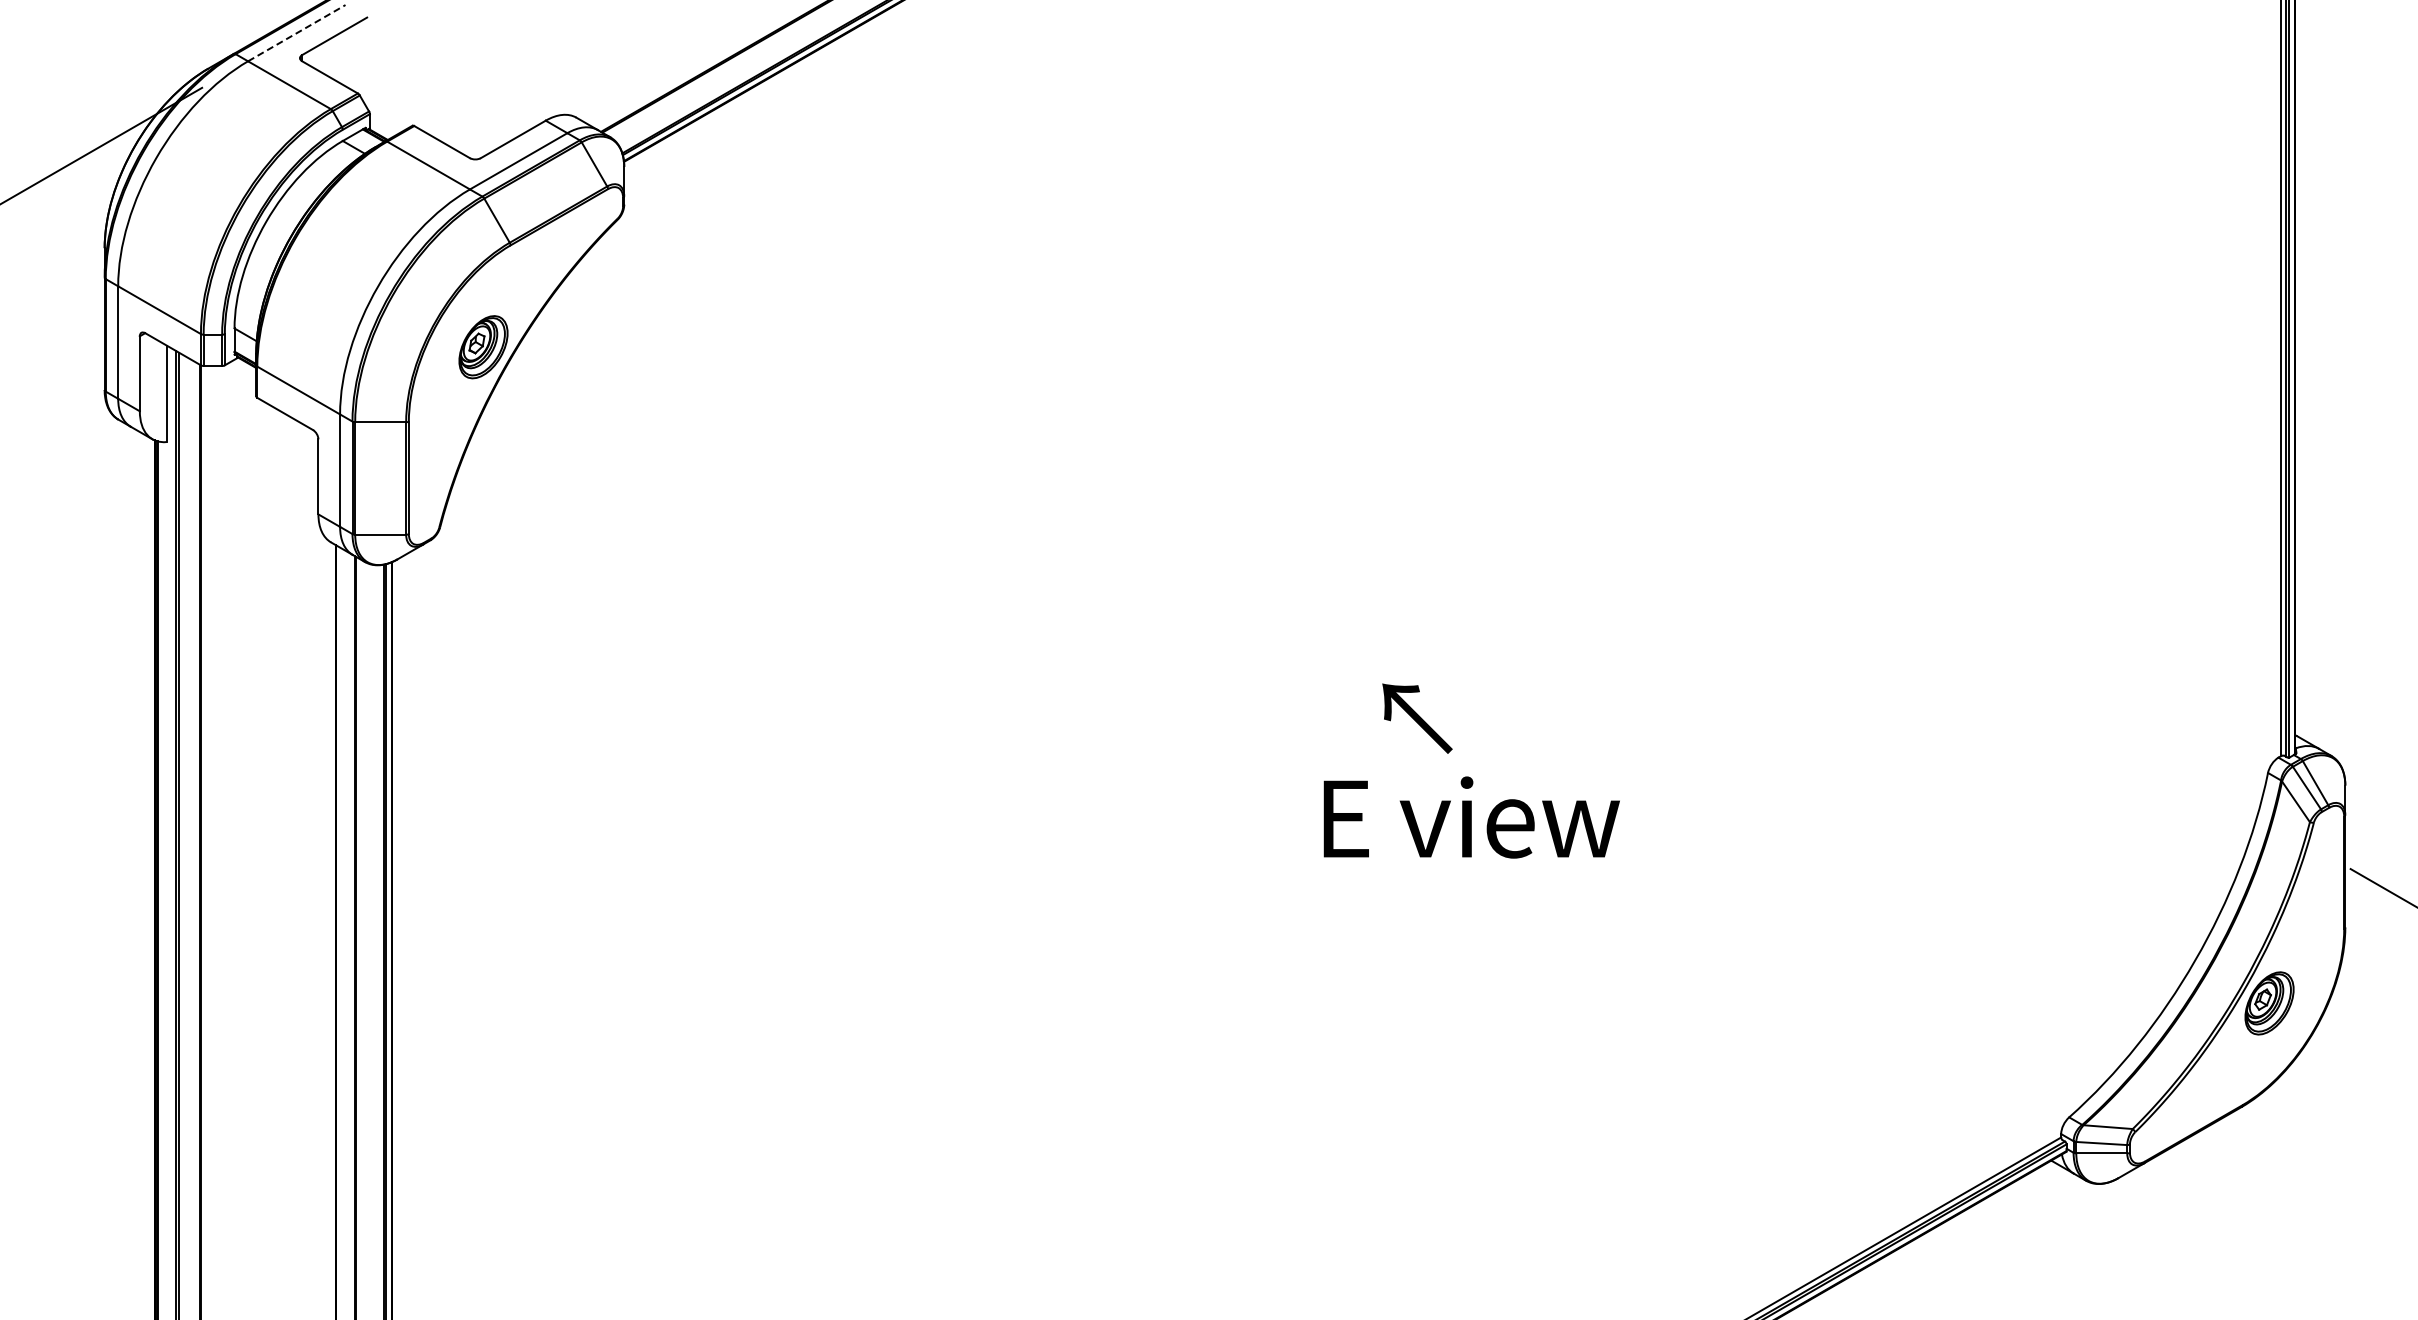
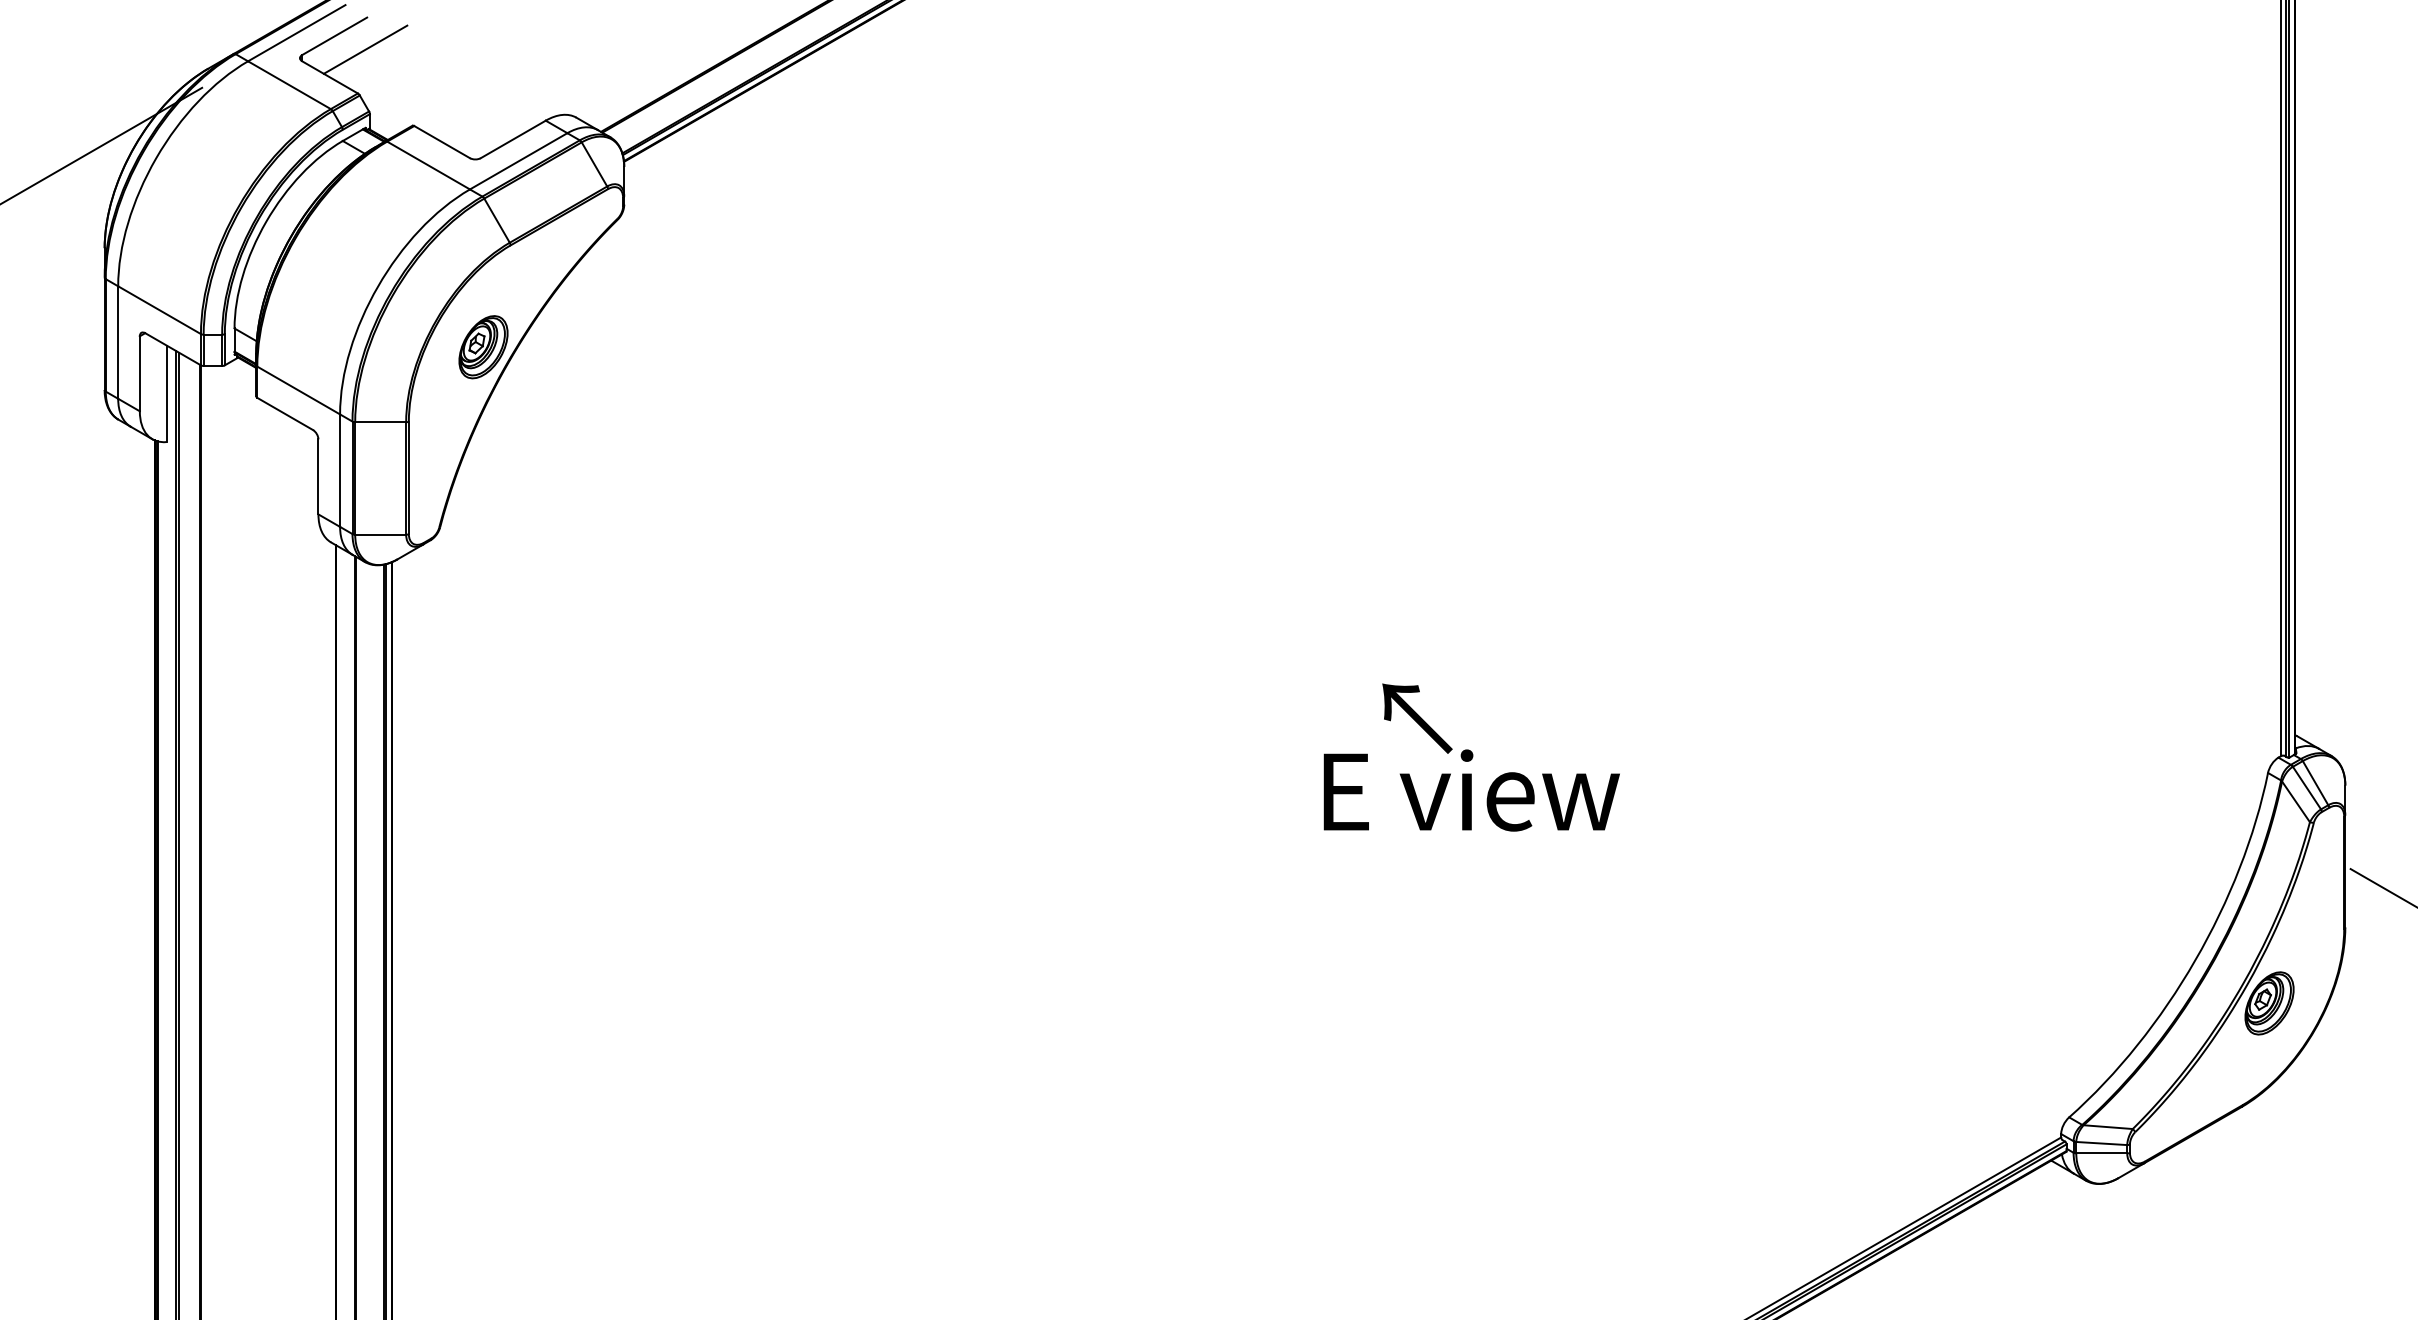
line at (297, 32): dashed -> solid
line at (365, 49): none -> present
text at (1471, 817) position: (1471, 817) -> (1471, 790)
